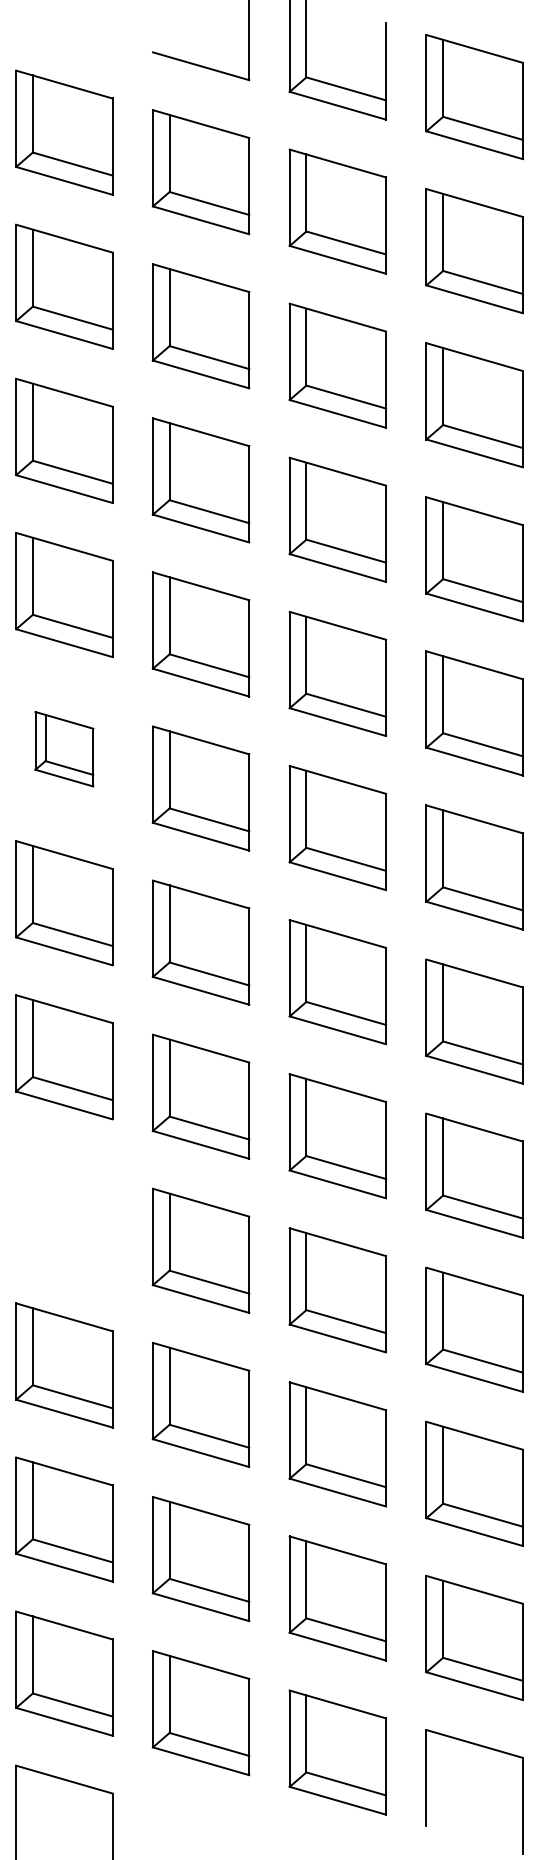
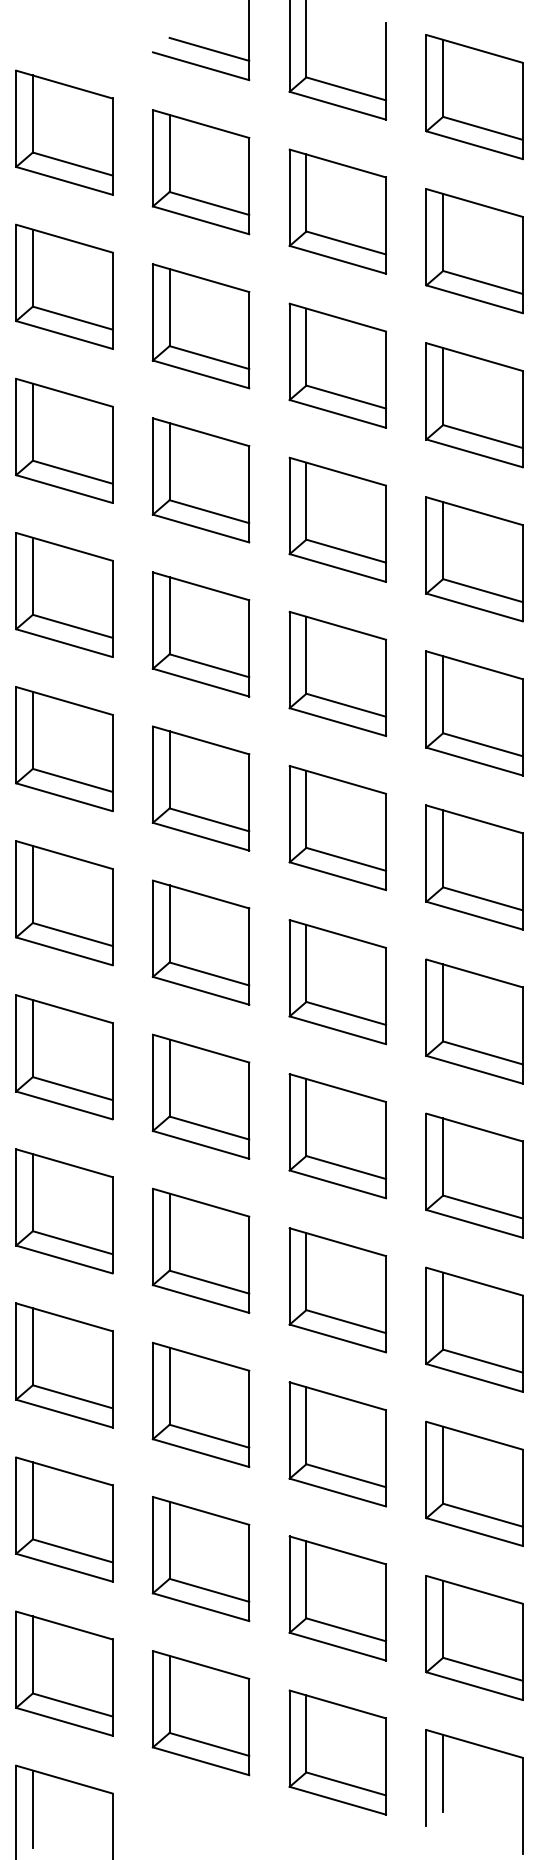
line at (209, 48): none -> present
part at (64, 749) size: 61x77 px -> 99x127 px
part at (64, 1211): none -> present
line at (443, 1772): none -> present
line at (32, 1808): none -> present
